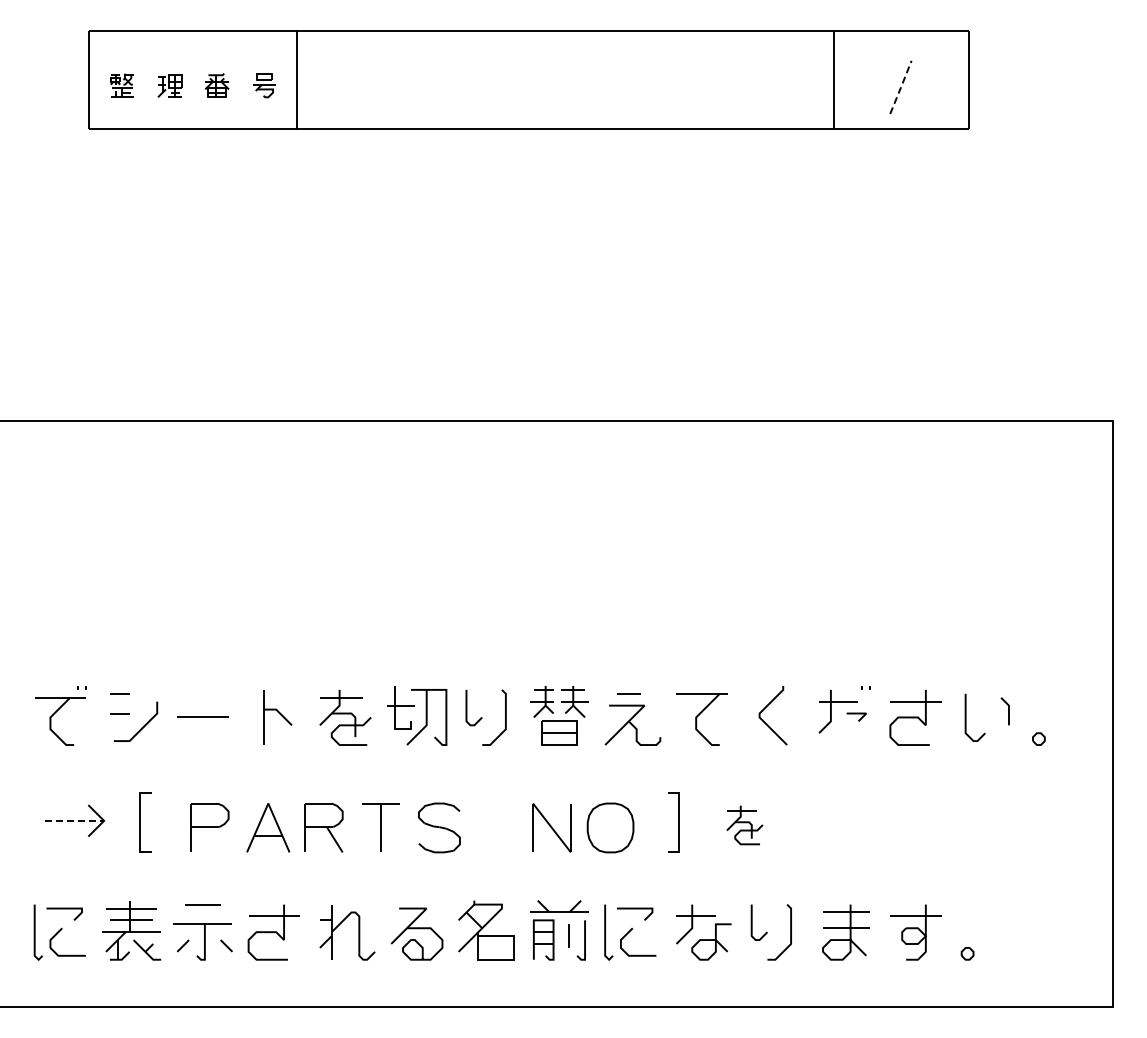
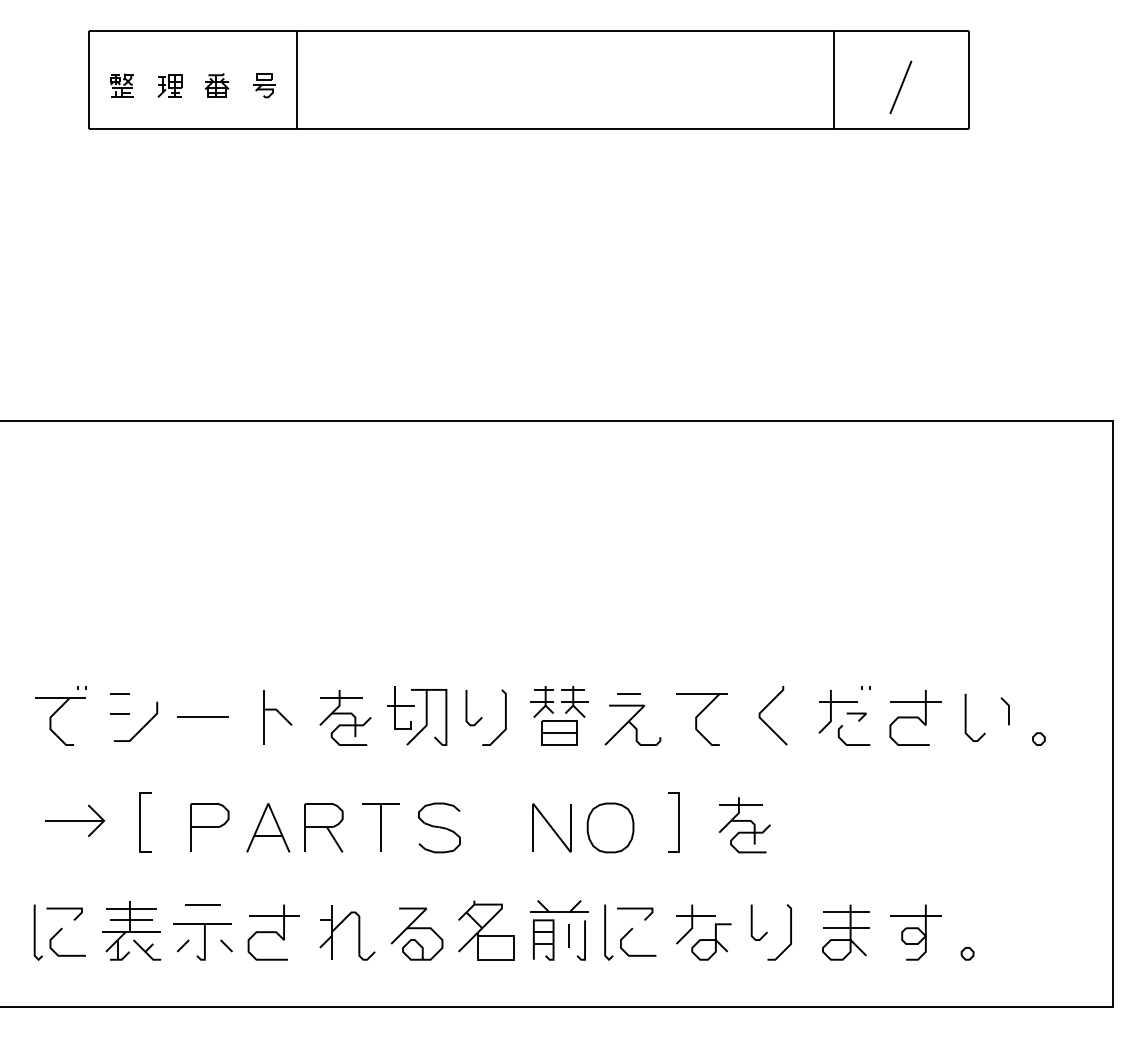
line at (900, 87): dashed -> solid
line at (853, 744): none -> present
line at (74, 820): dashed -> solid
part at (744, 825) size: 38x41 px -> 52x57 px
